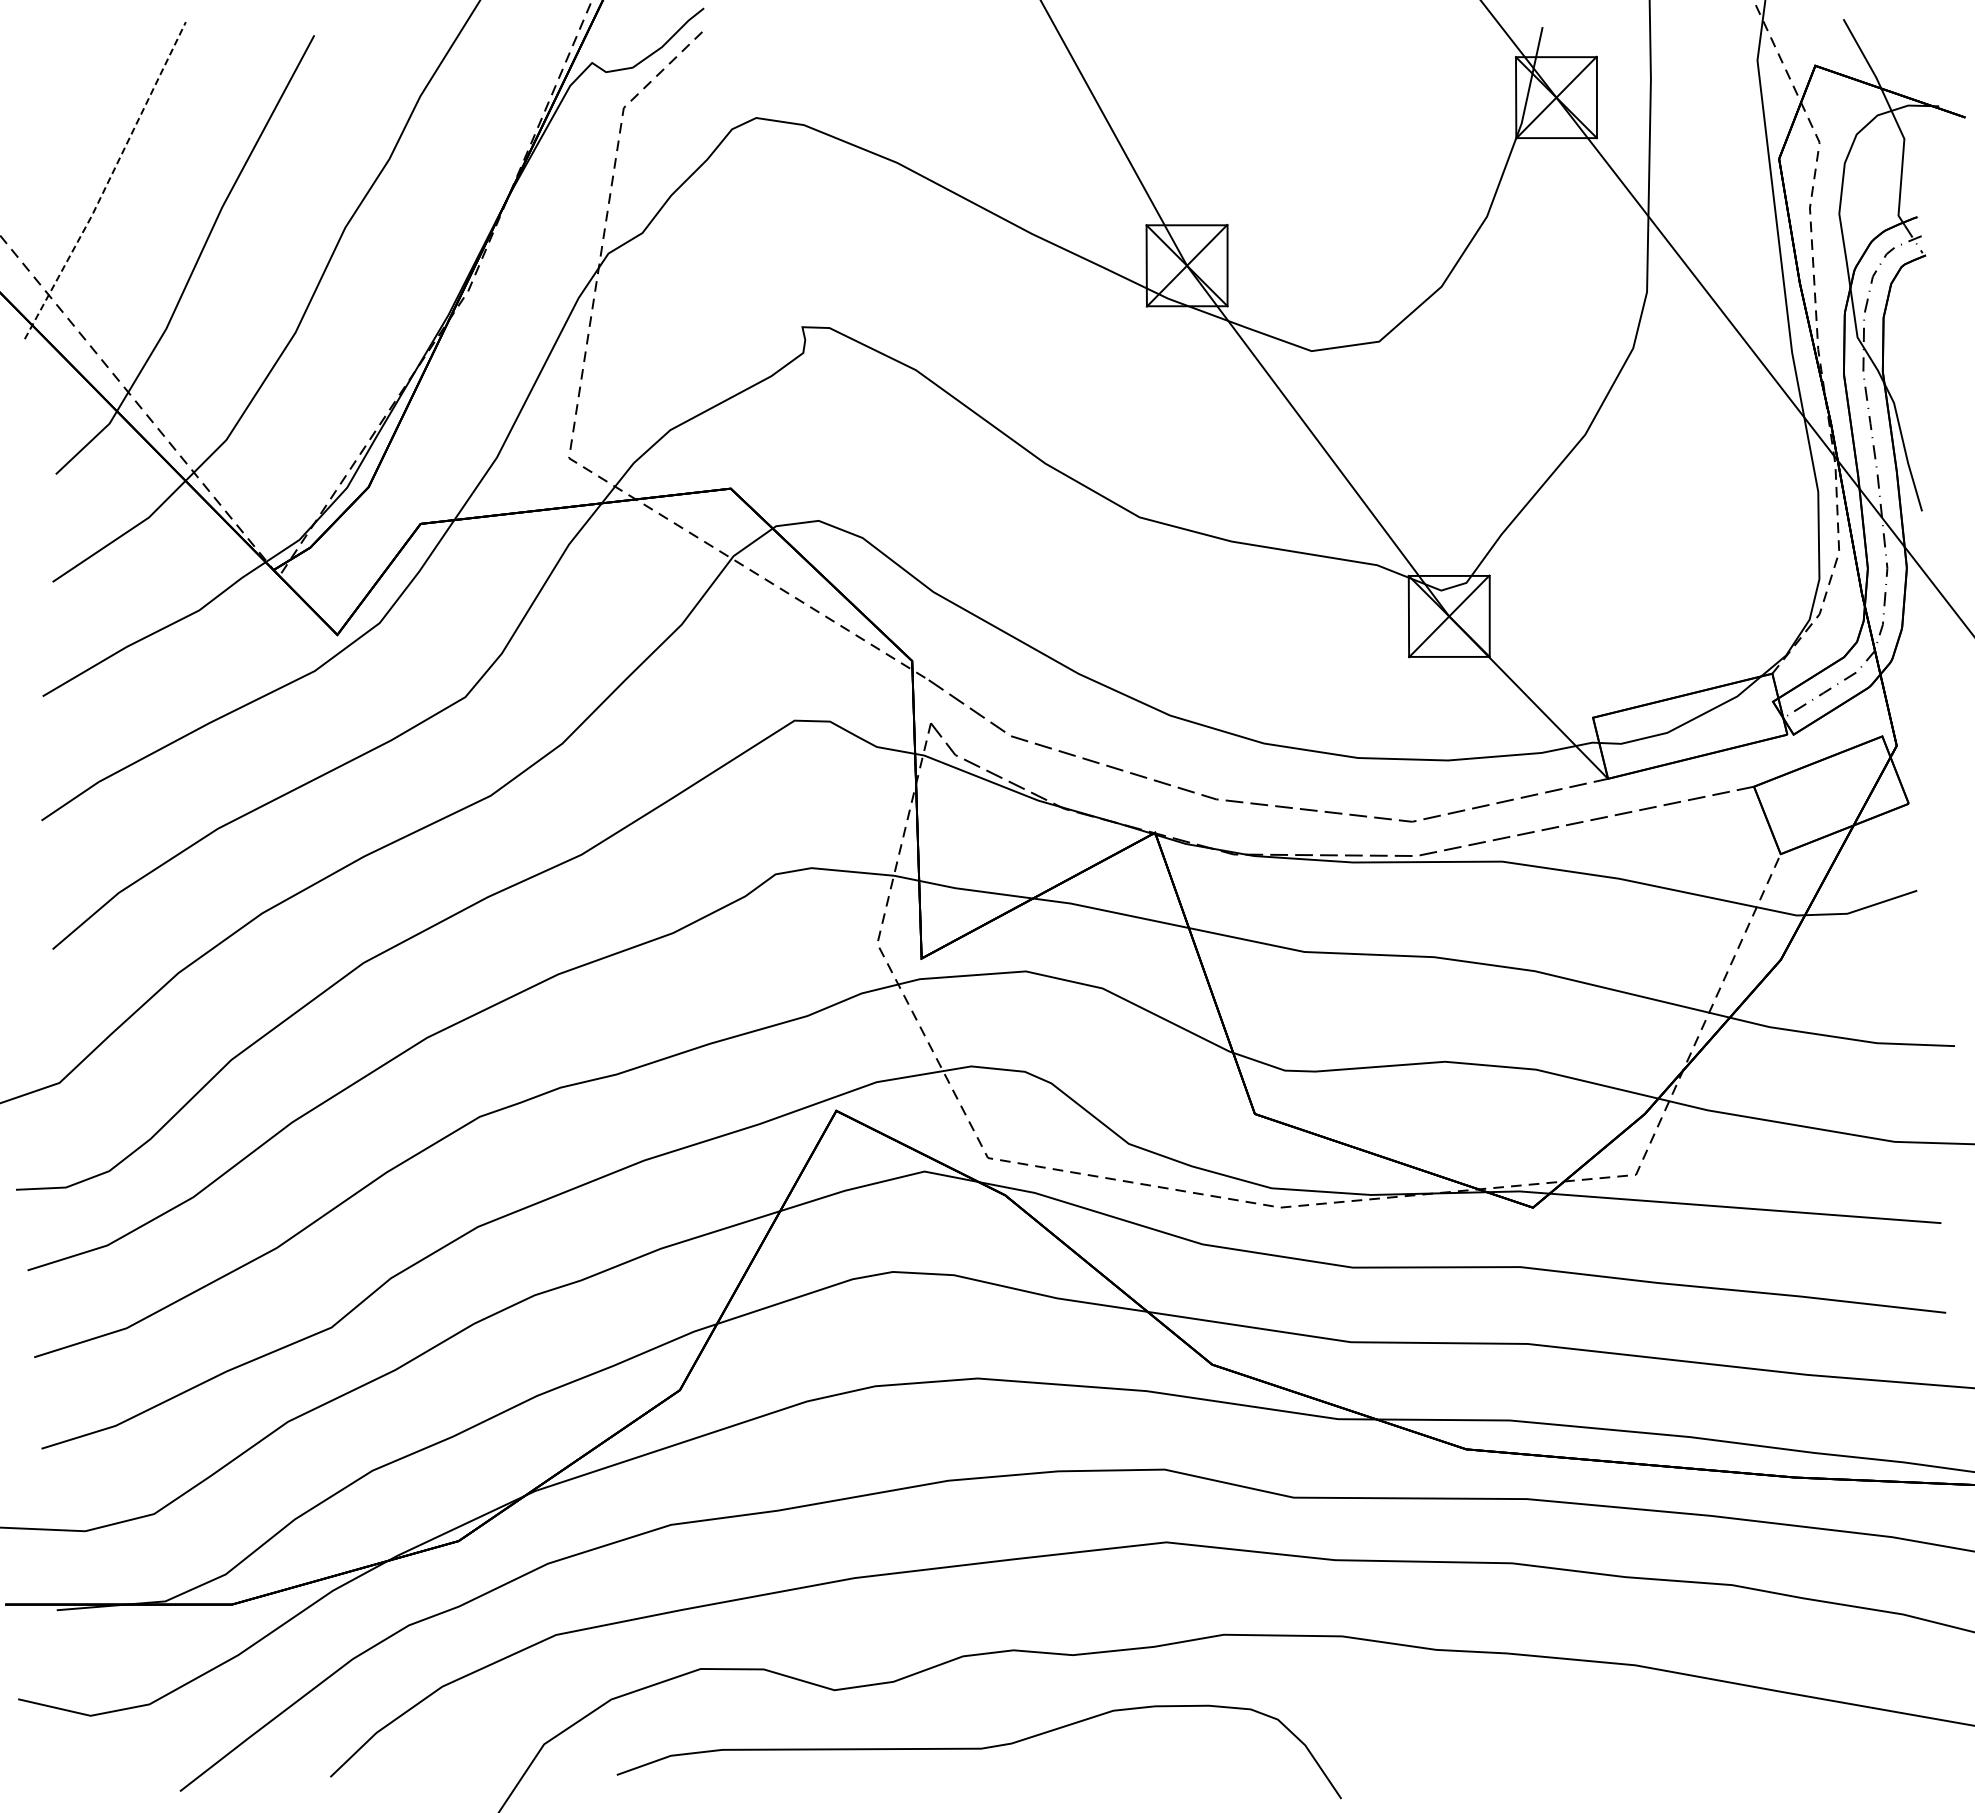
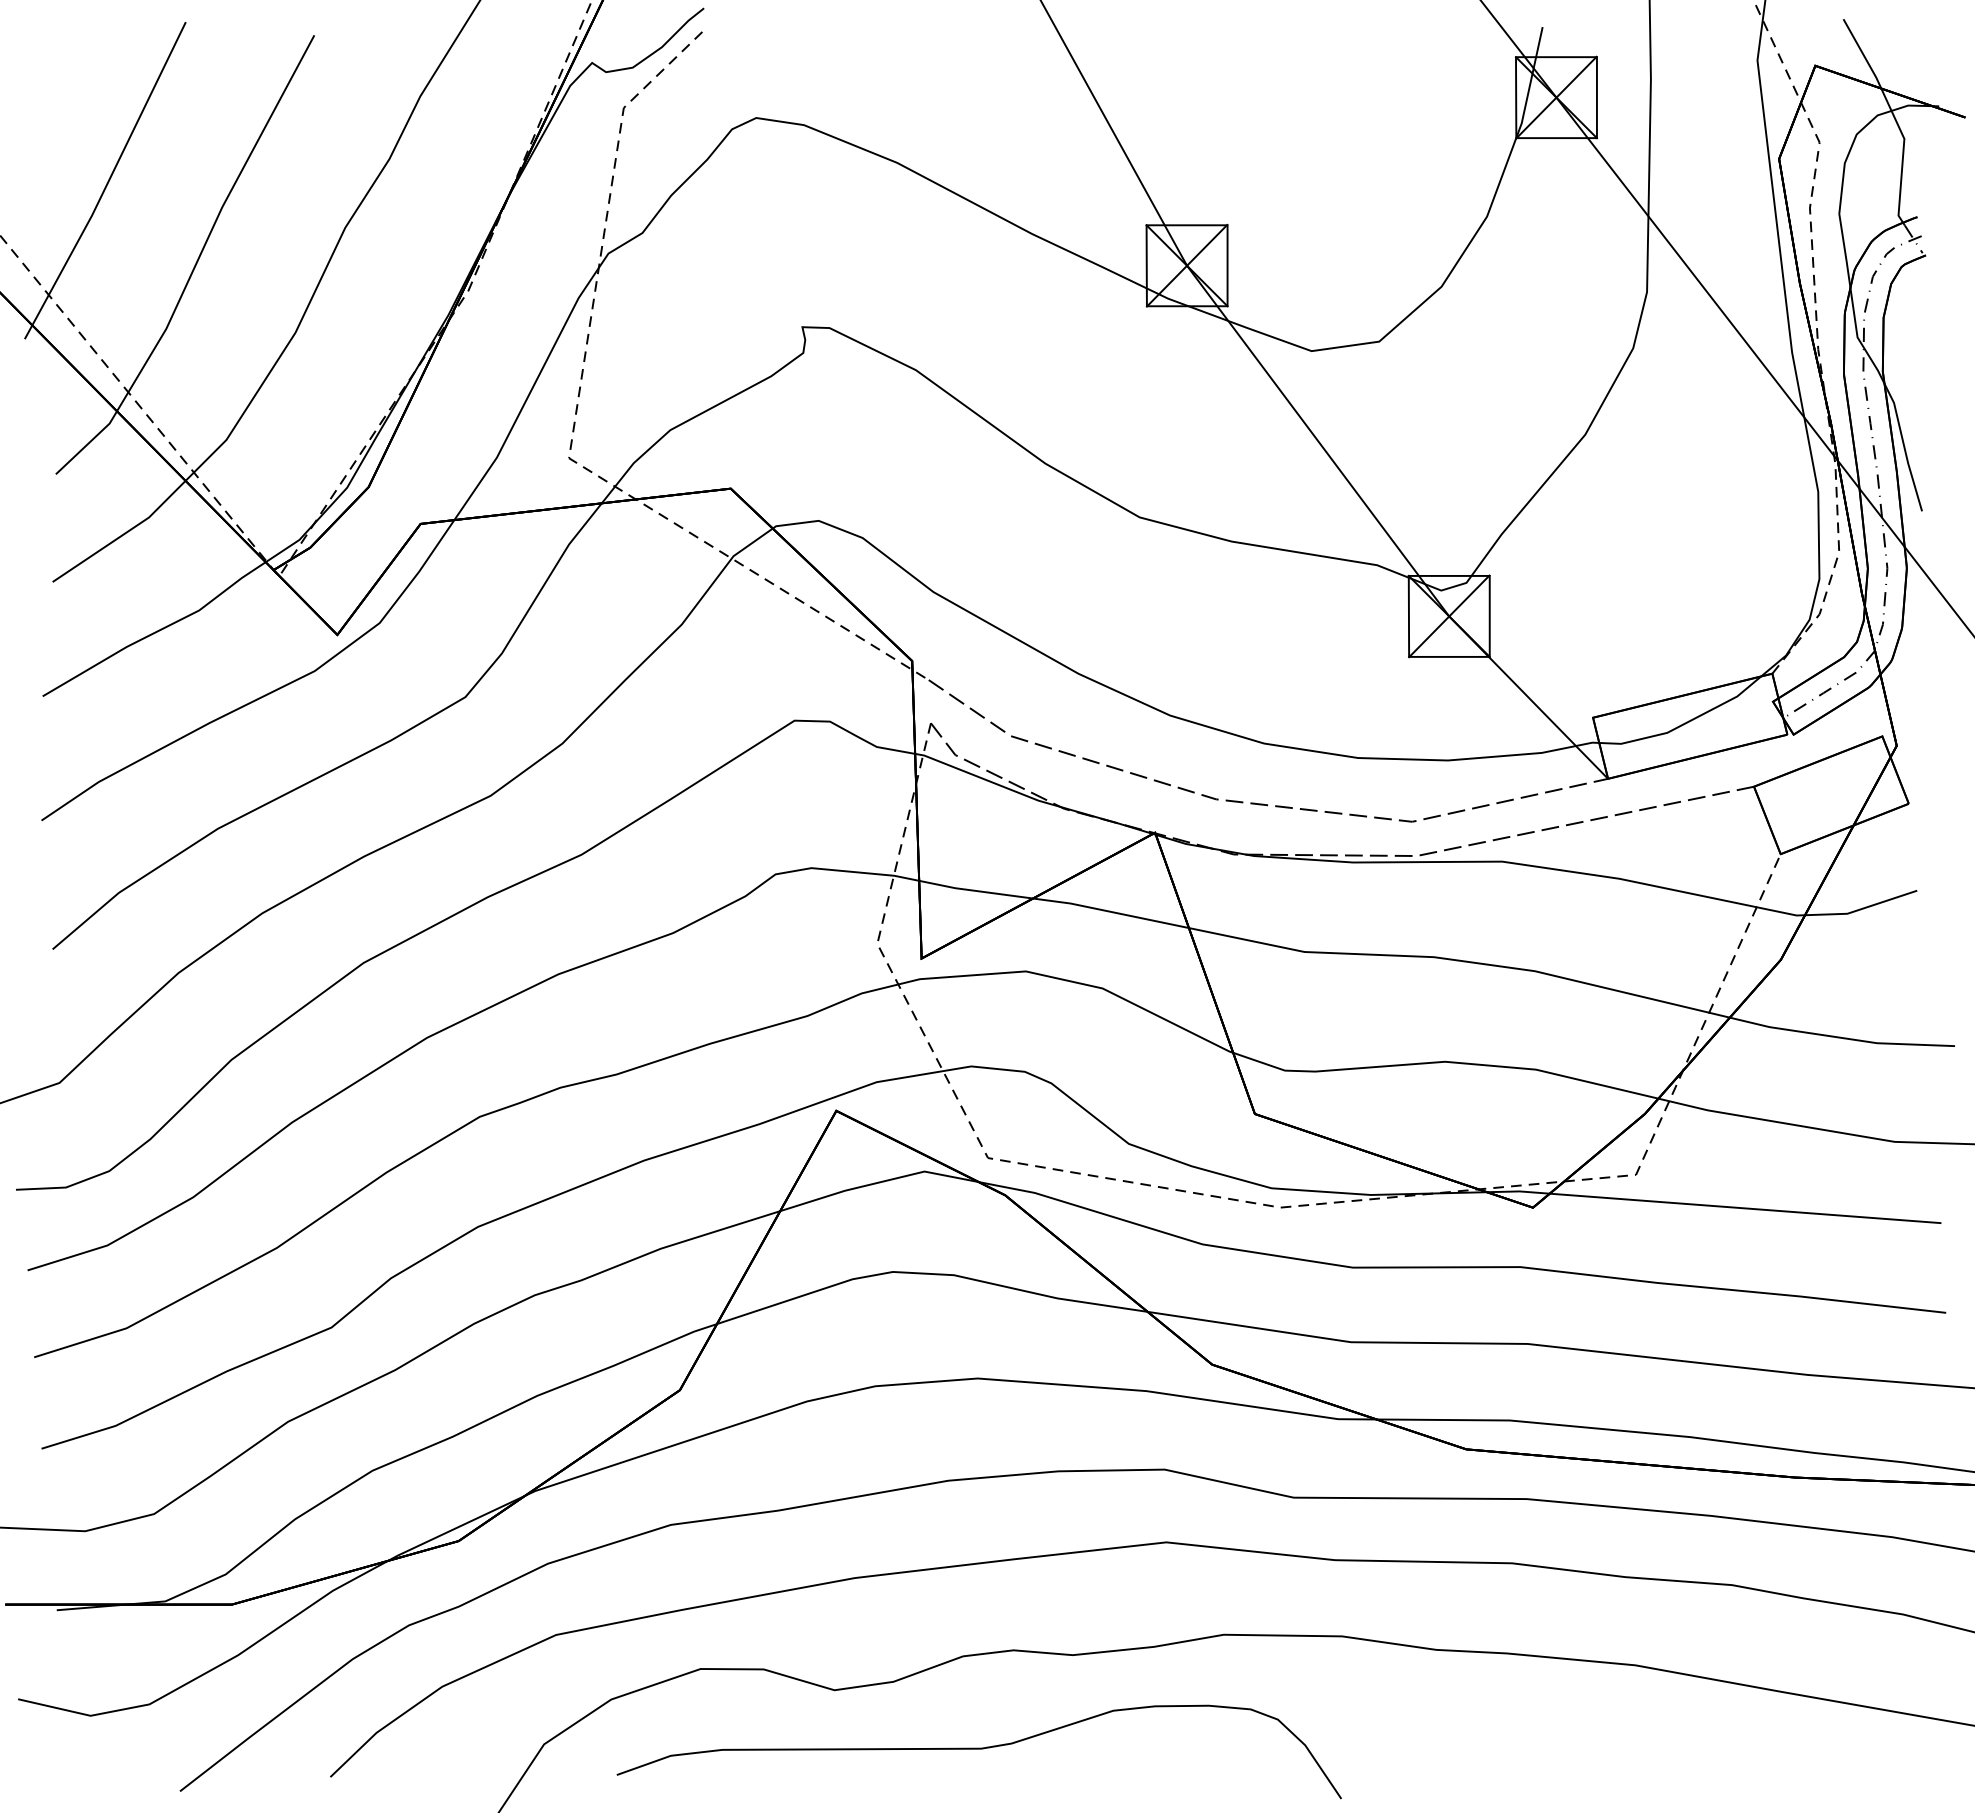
line at (108, 182): dashed -> solid
